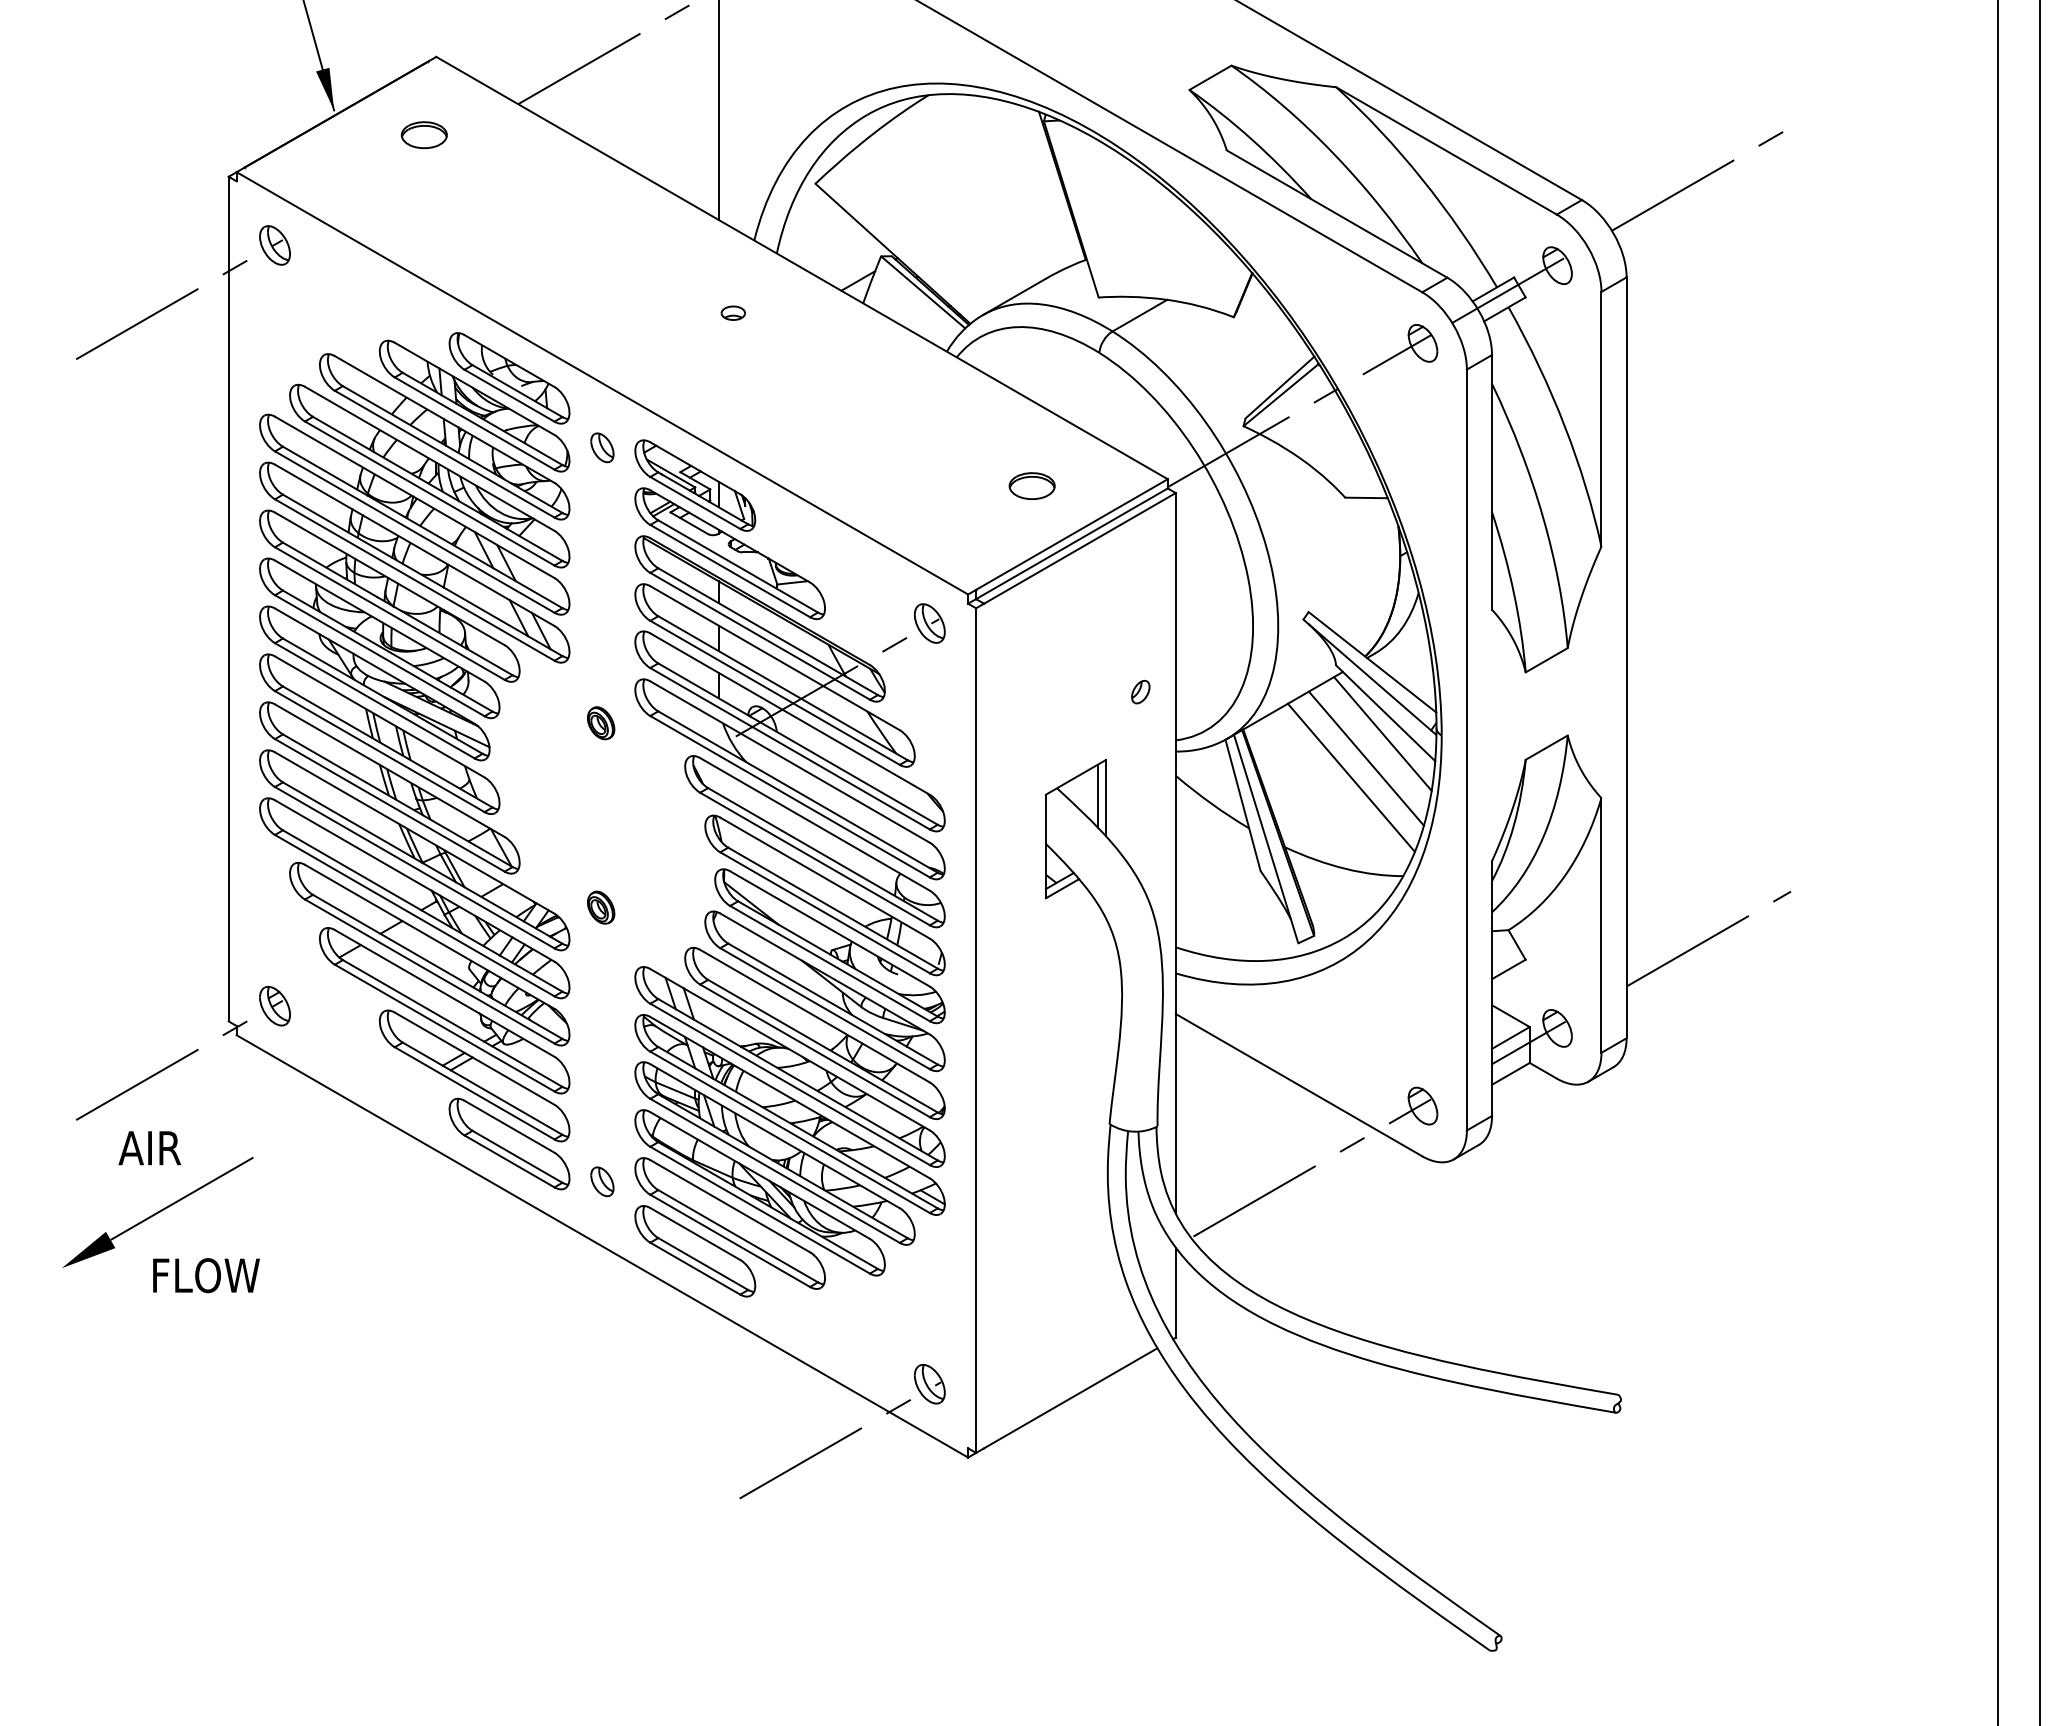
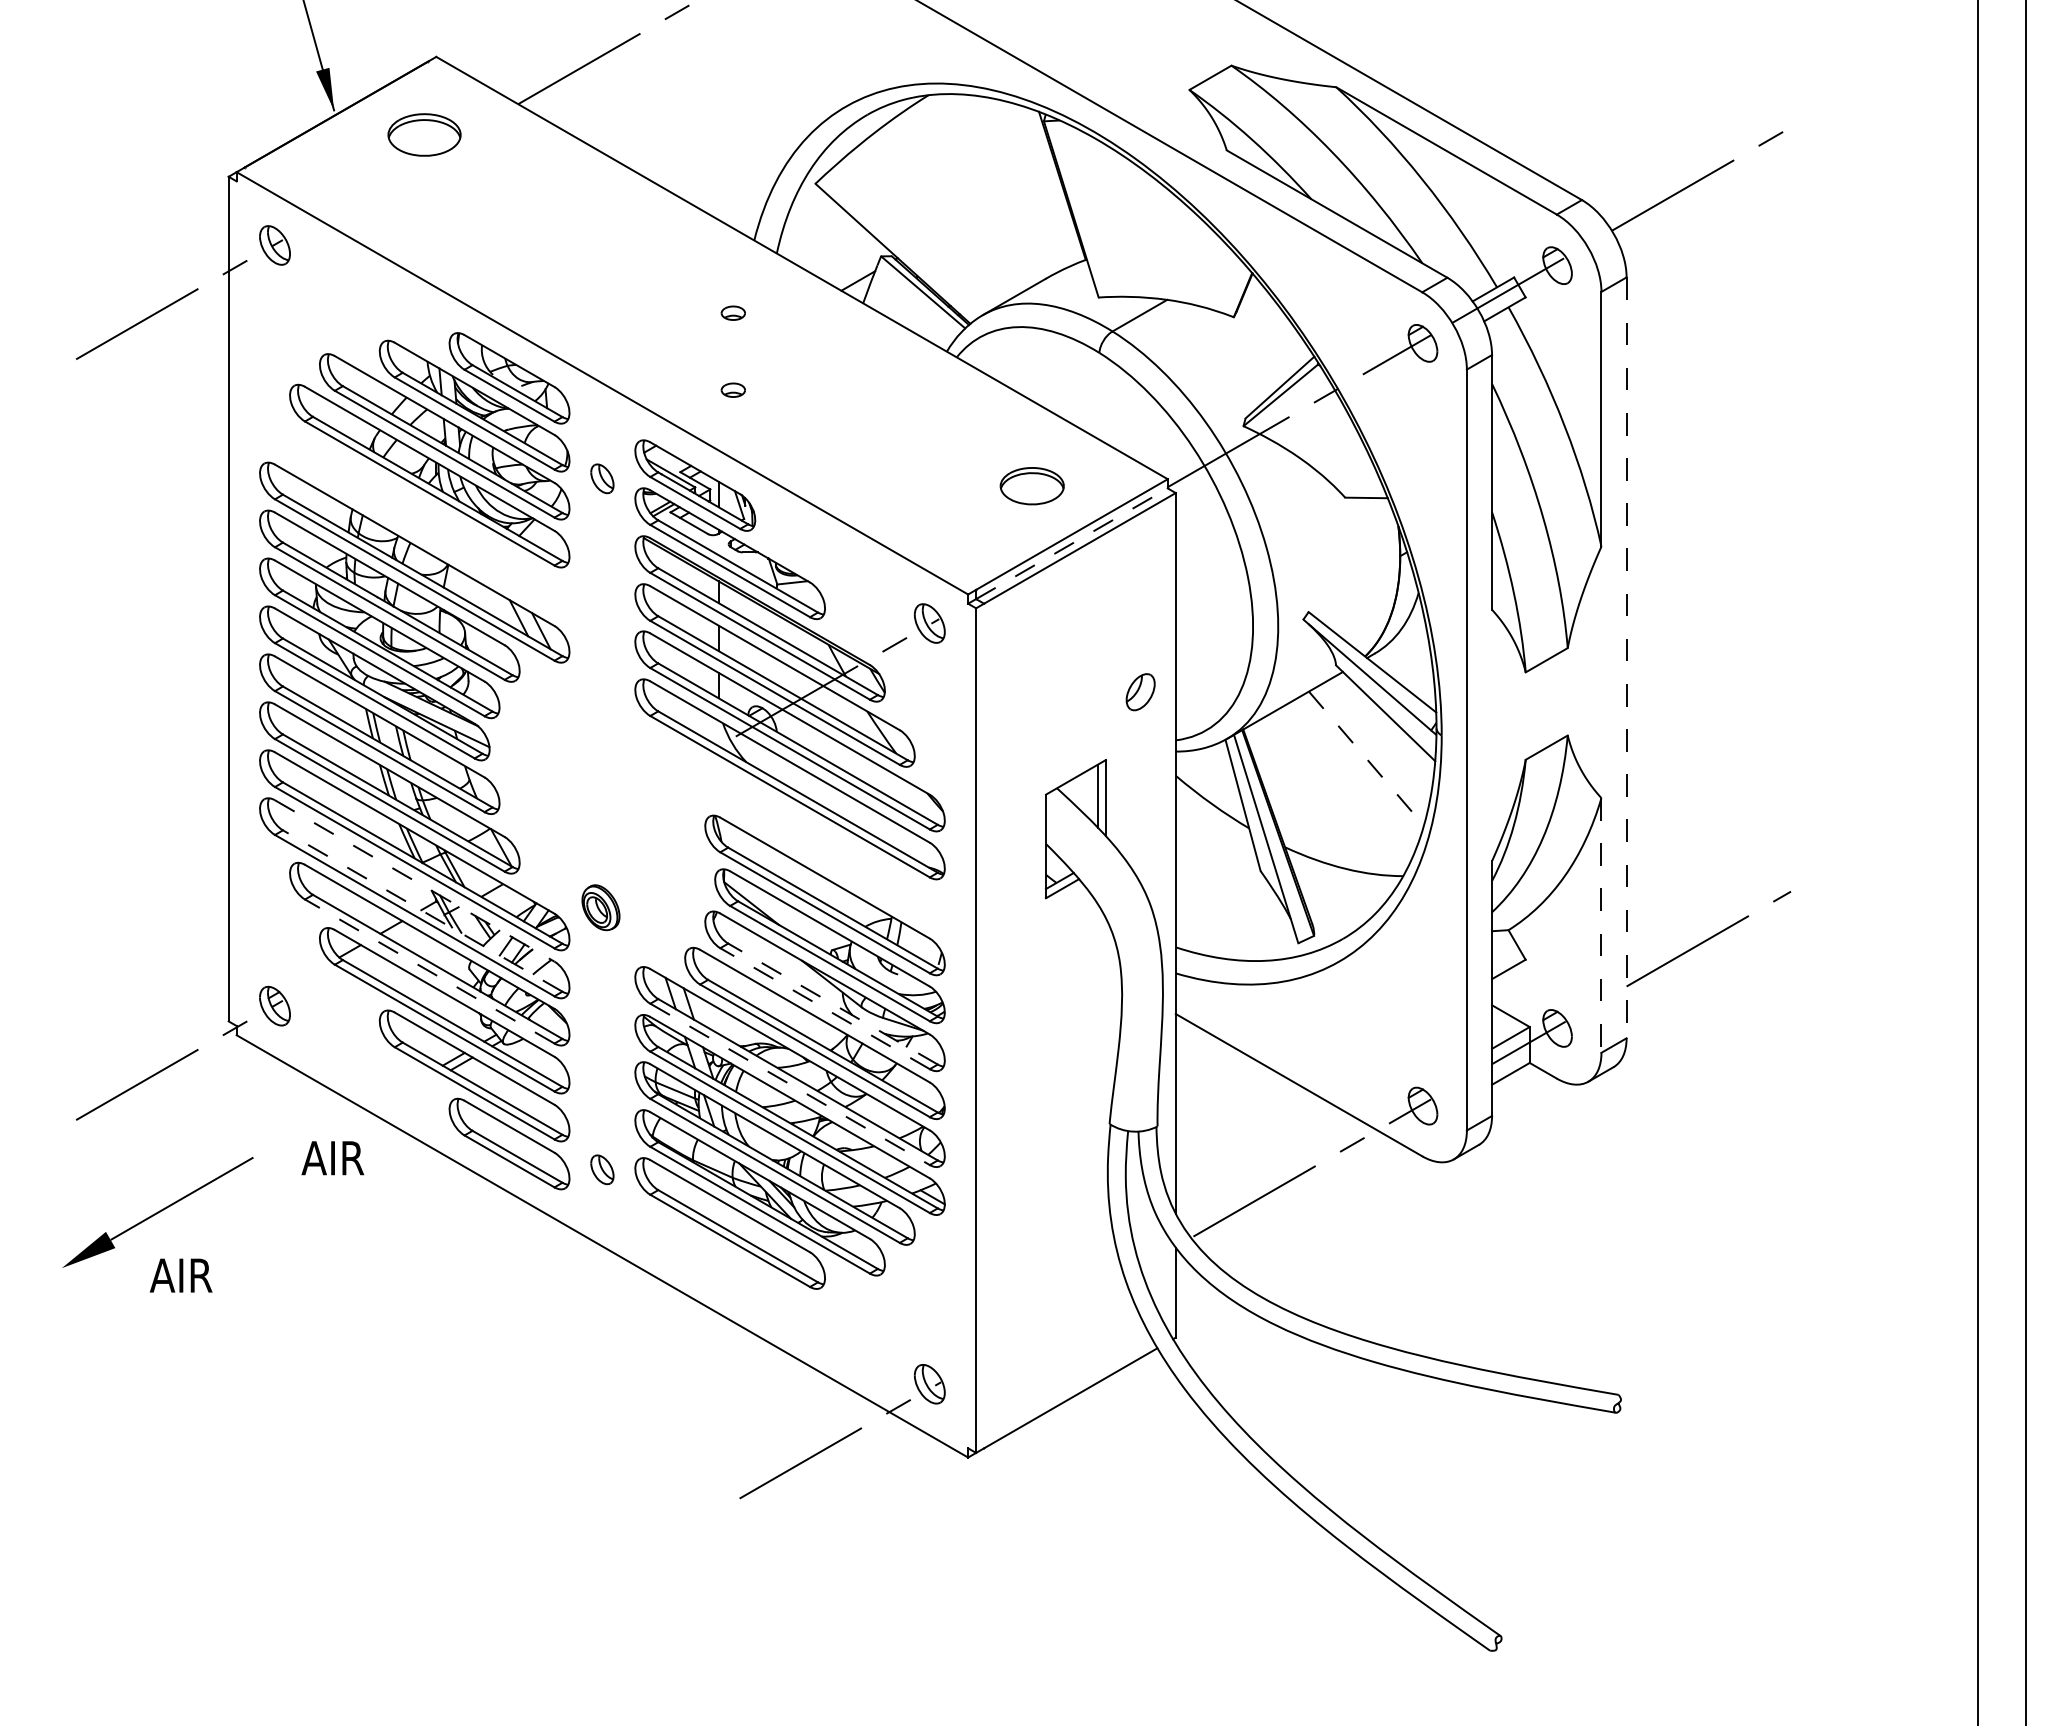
line at (718, 110): present -> none
part at (423, 135) size: 48x29 px -> 75x44 px
part at (732, 389): none -> present
part at (602, 447) position: (602, 447) -> (602, 478)
part at (1031, 485) size: 48x28 px -> 66x39 px
part at (414, 514): present -> none
line at (1071, 543): solid -> dashed
line at (1626, 658): solid -> dashed
part at (1140, 691) size: 20x26 px -> 31x39 px
part at (601, 723): present -> none
line at (1382, 733): present -> none
line at (1366, 759): solid -> dashed
line at (1350, 777): present -> none
part at (814, 841): present -> none
line at (1998, 862) position: (1998, 862) -> (1978, 862)
line at (2039, 862) position: (2039, 862) -> (2025, 862)
line at (415, 881): solid -> dashed
part at (601, 907) size: 29x35 px -> 40x48 px
line at (422, 910): solid -> dashed
line at (1601, 925): solid -> dashed
line at (429, 971): solid -> dashed
line at (833, 1004): solid -> dashed
line at (825, 1008): solid -> dashed
line at (790, 1084): solid -> dashed
text at (149, 1148) position: (149, 1148) -> (332, 1158)
part at (602, 1181) position: (602, 1181) -> (602, 1169)
part at (695, 1251): present -> none
text at (204, 1275): FLOW -> AIR
